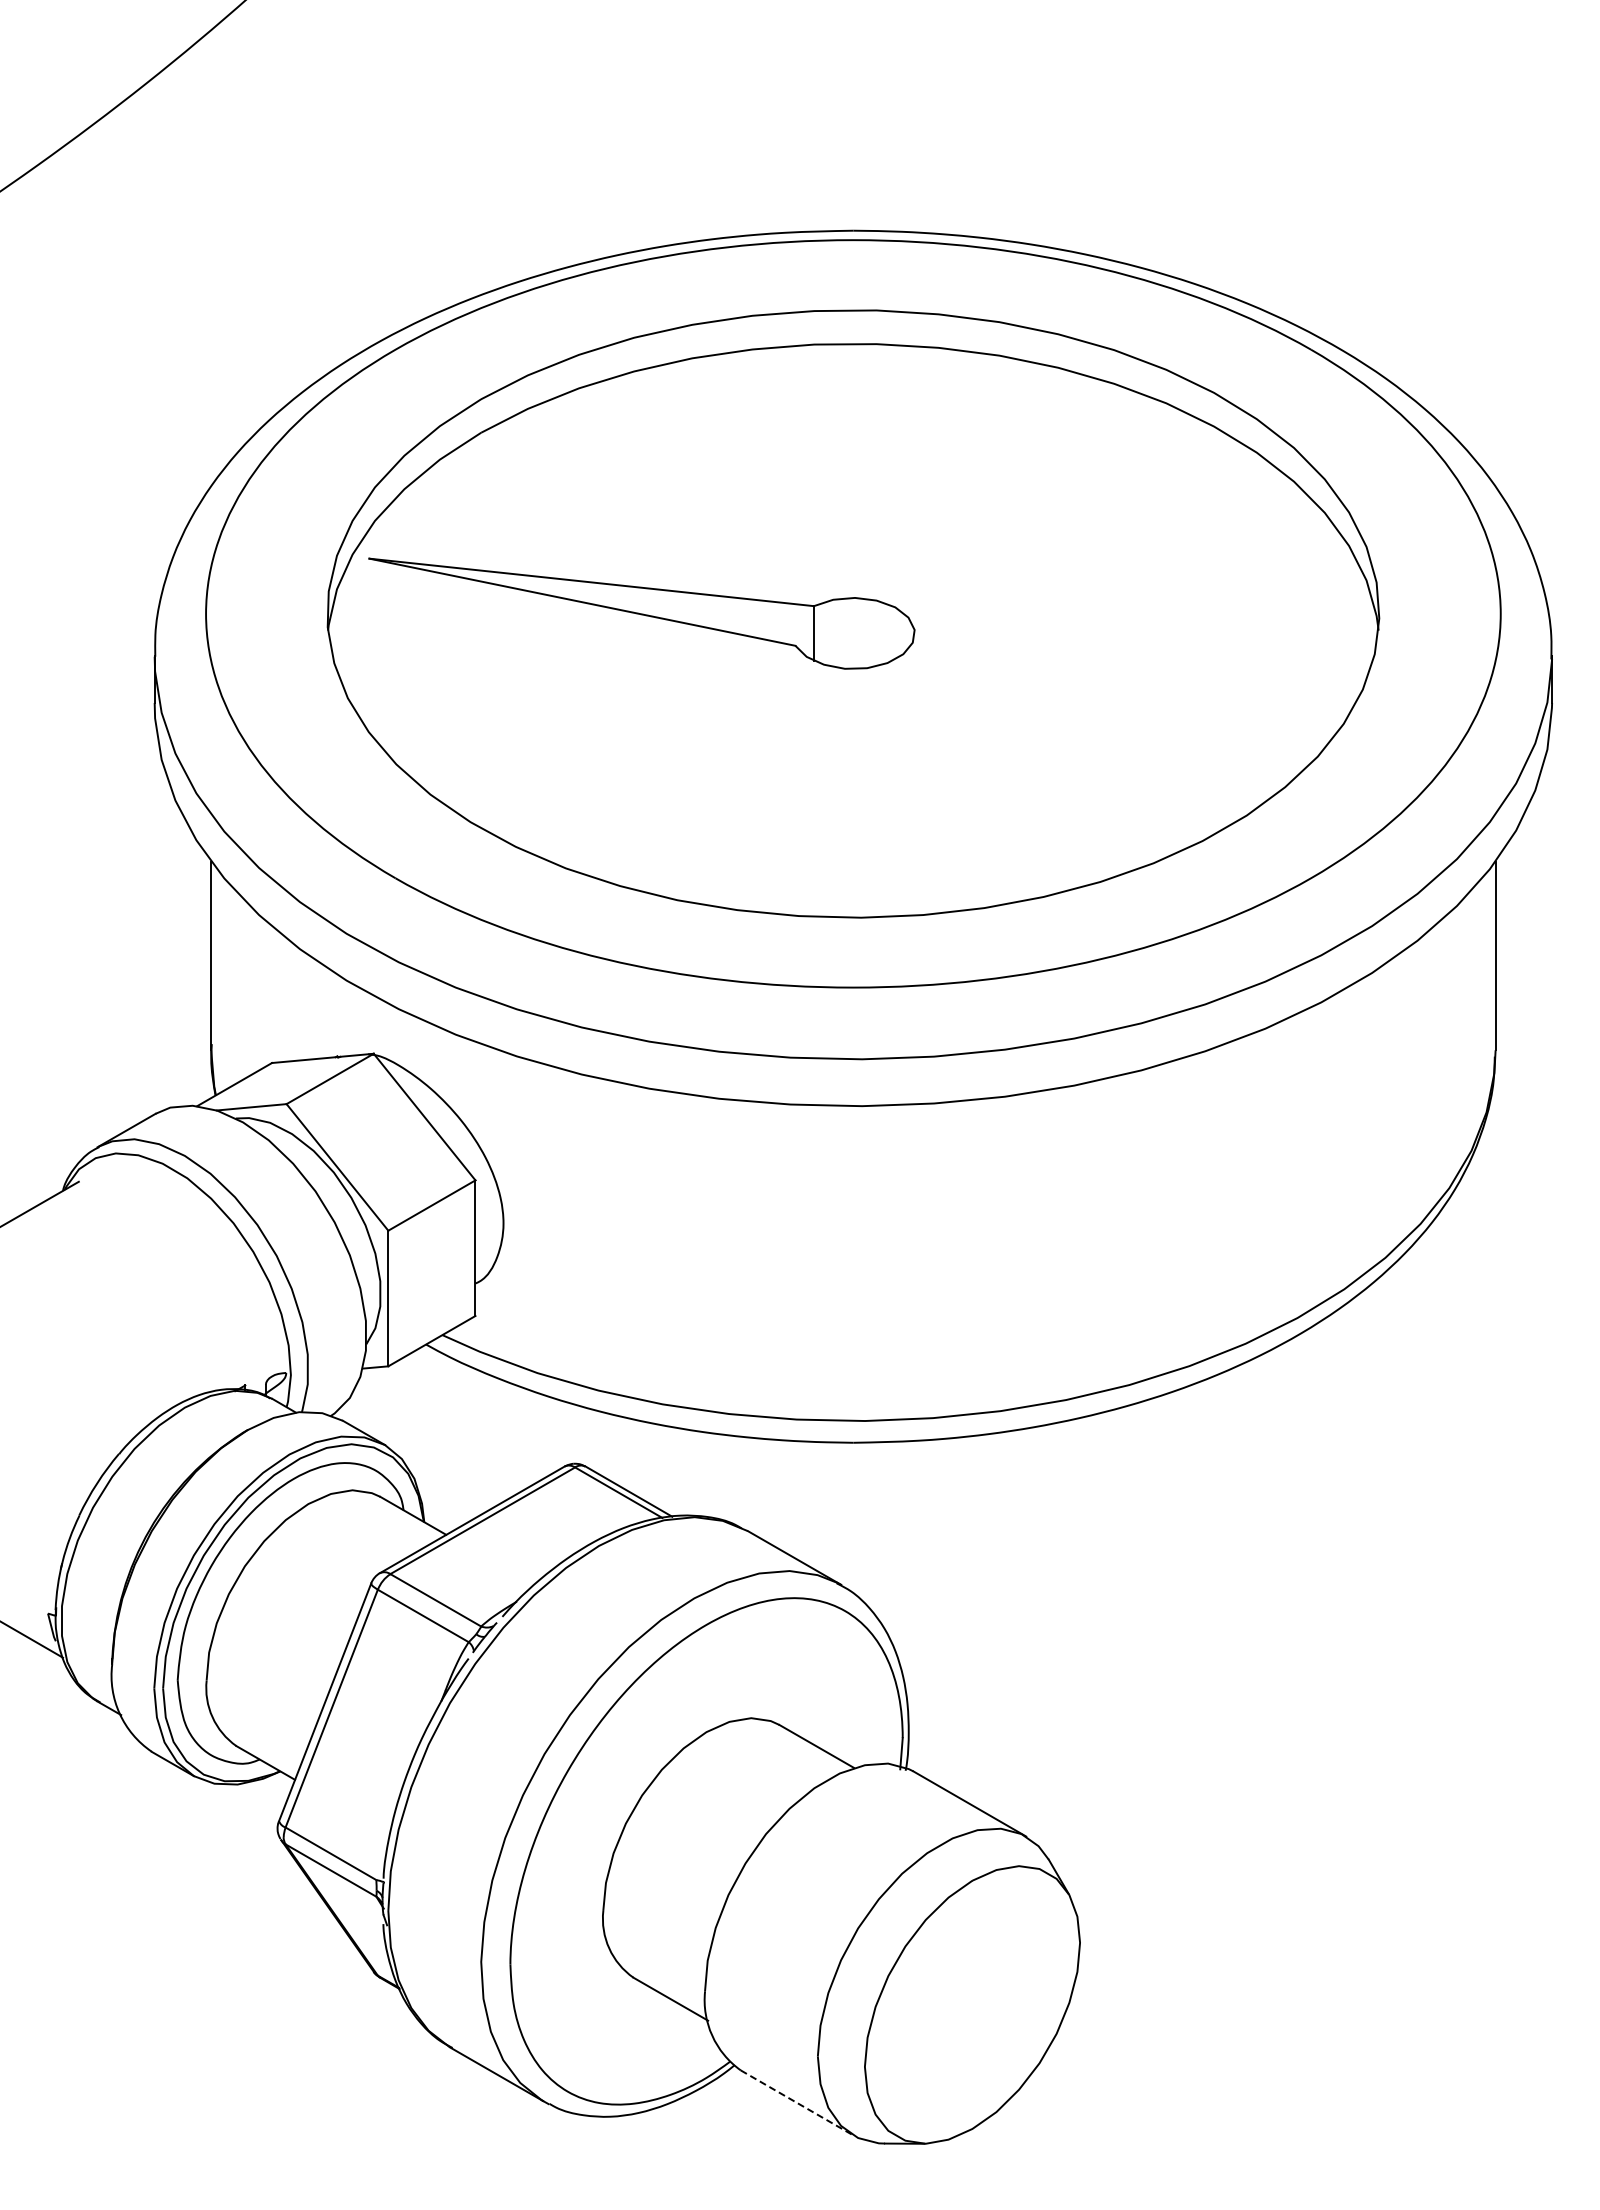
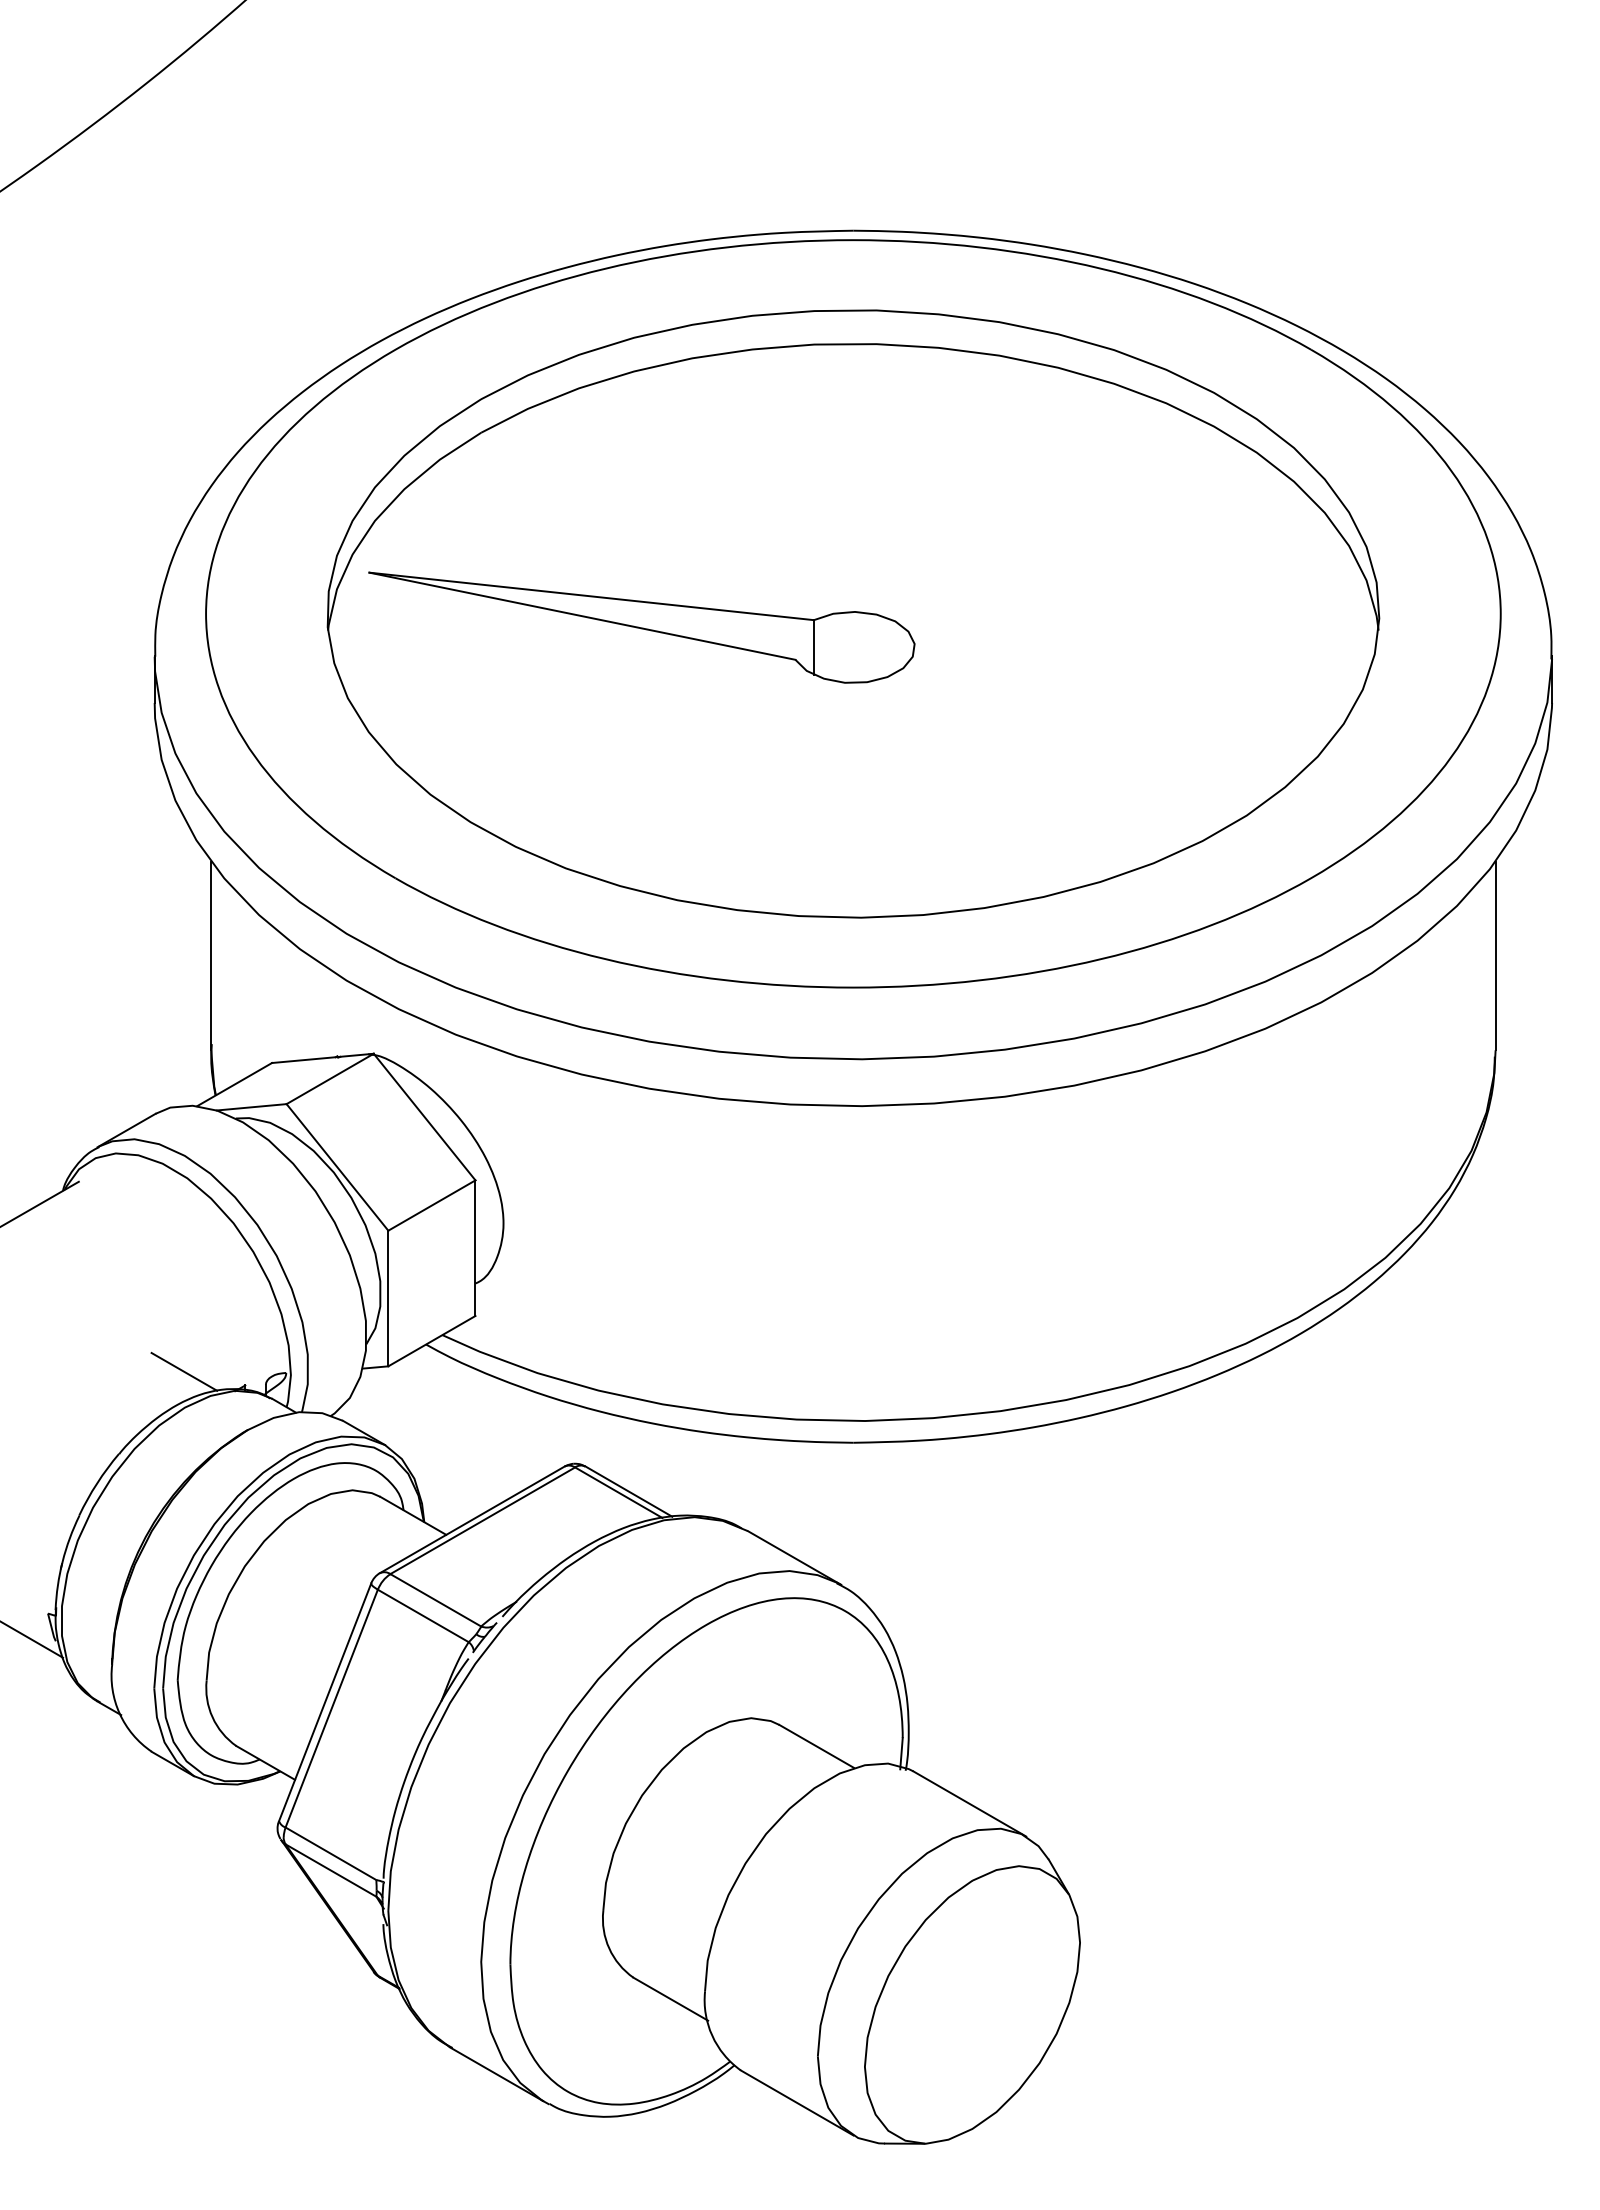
part at (641, 613) position: (641, 613) -> (641, 627)
line at (184, 1371): none -> present
line at (797, 2103): dashed -> solid
